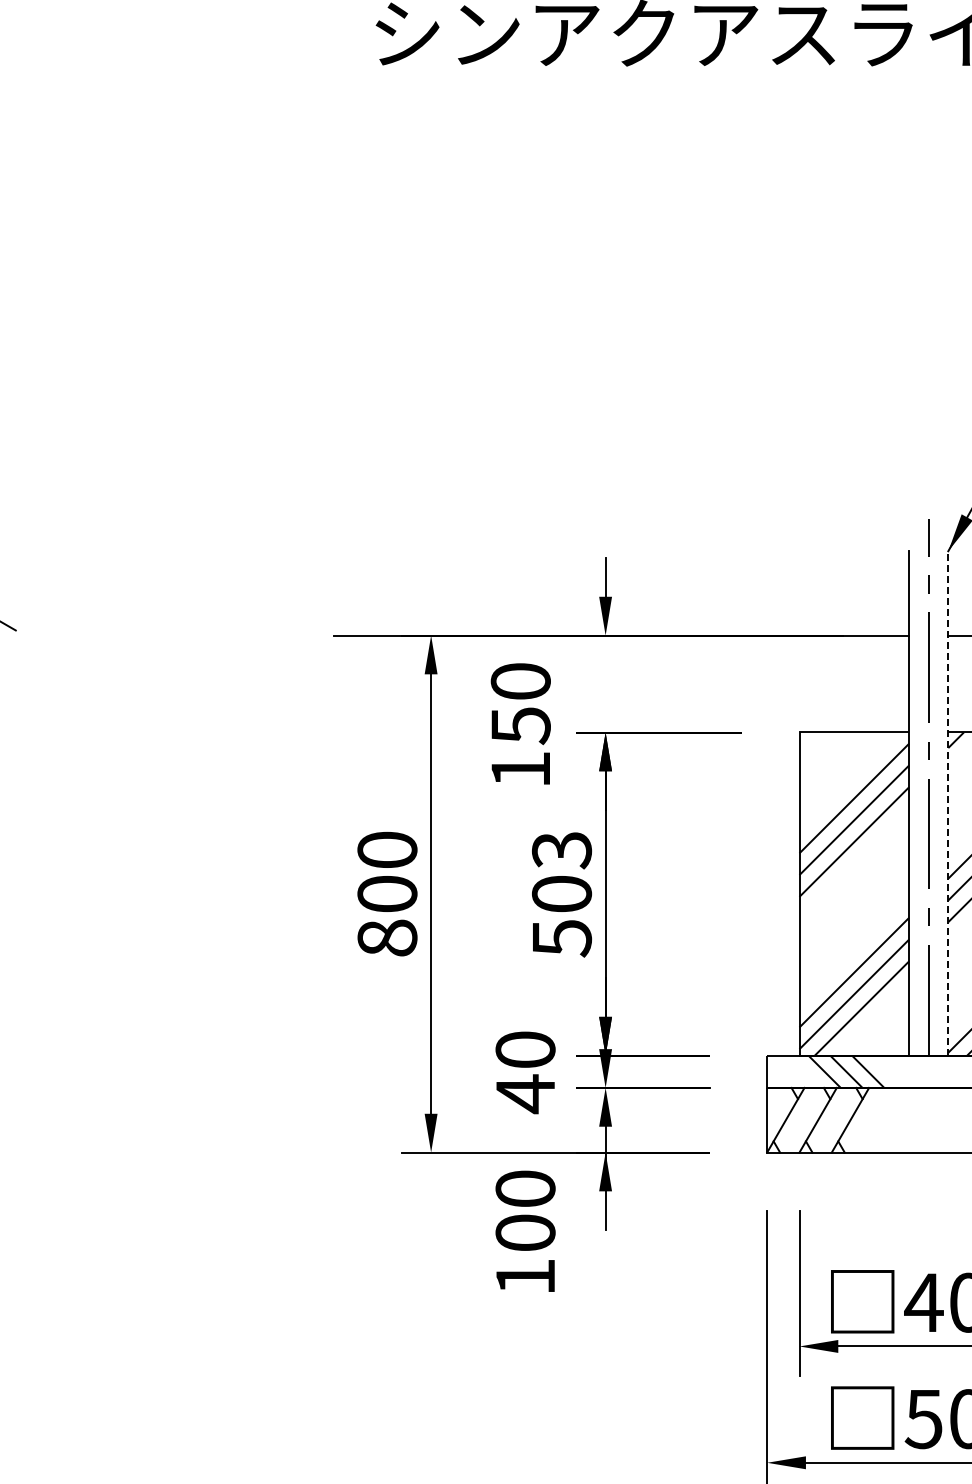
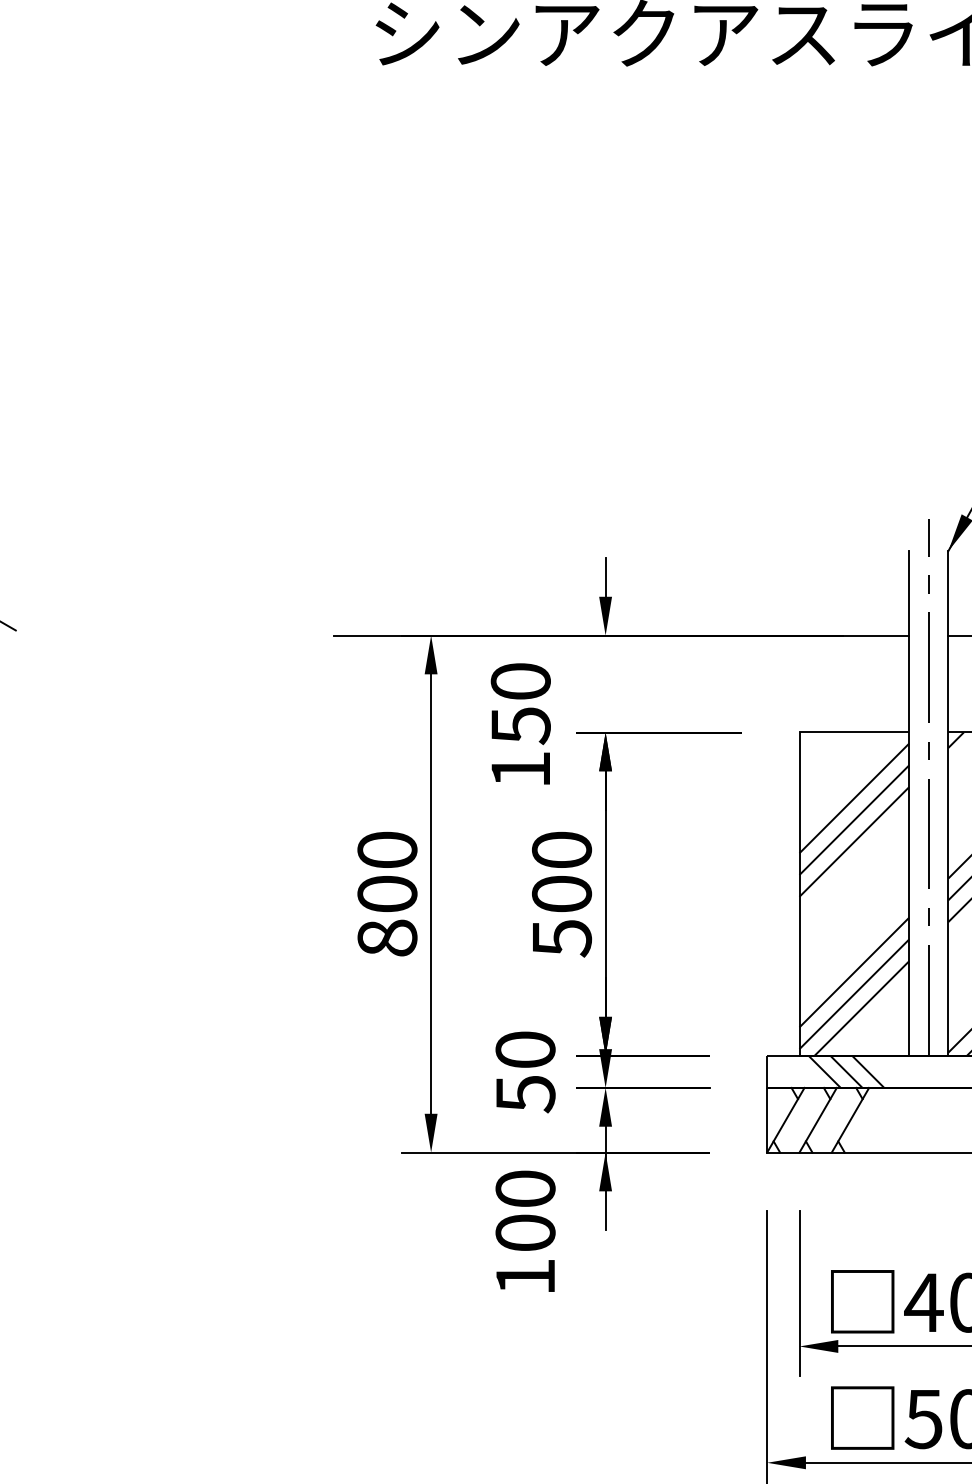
line at (948, 802): dashed -> solid
text at (561, 850): 503 -> 500
text at (525, 1094): 40 -> 50
